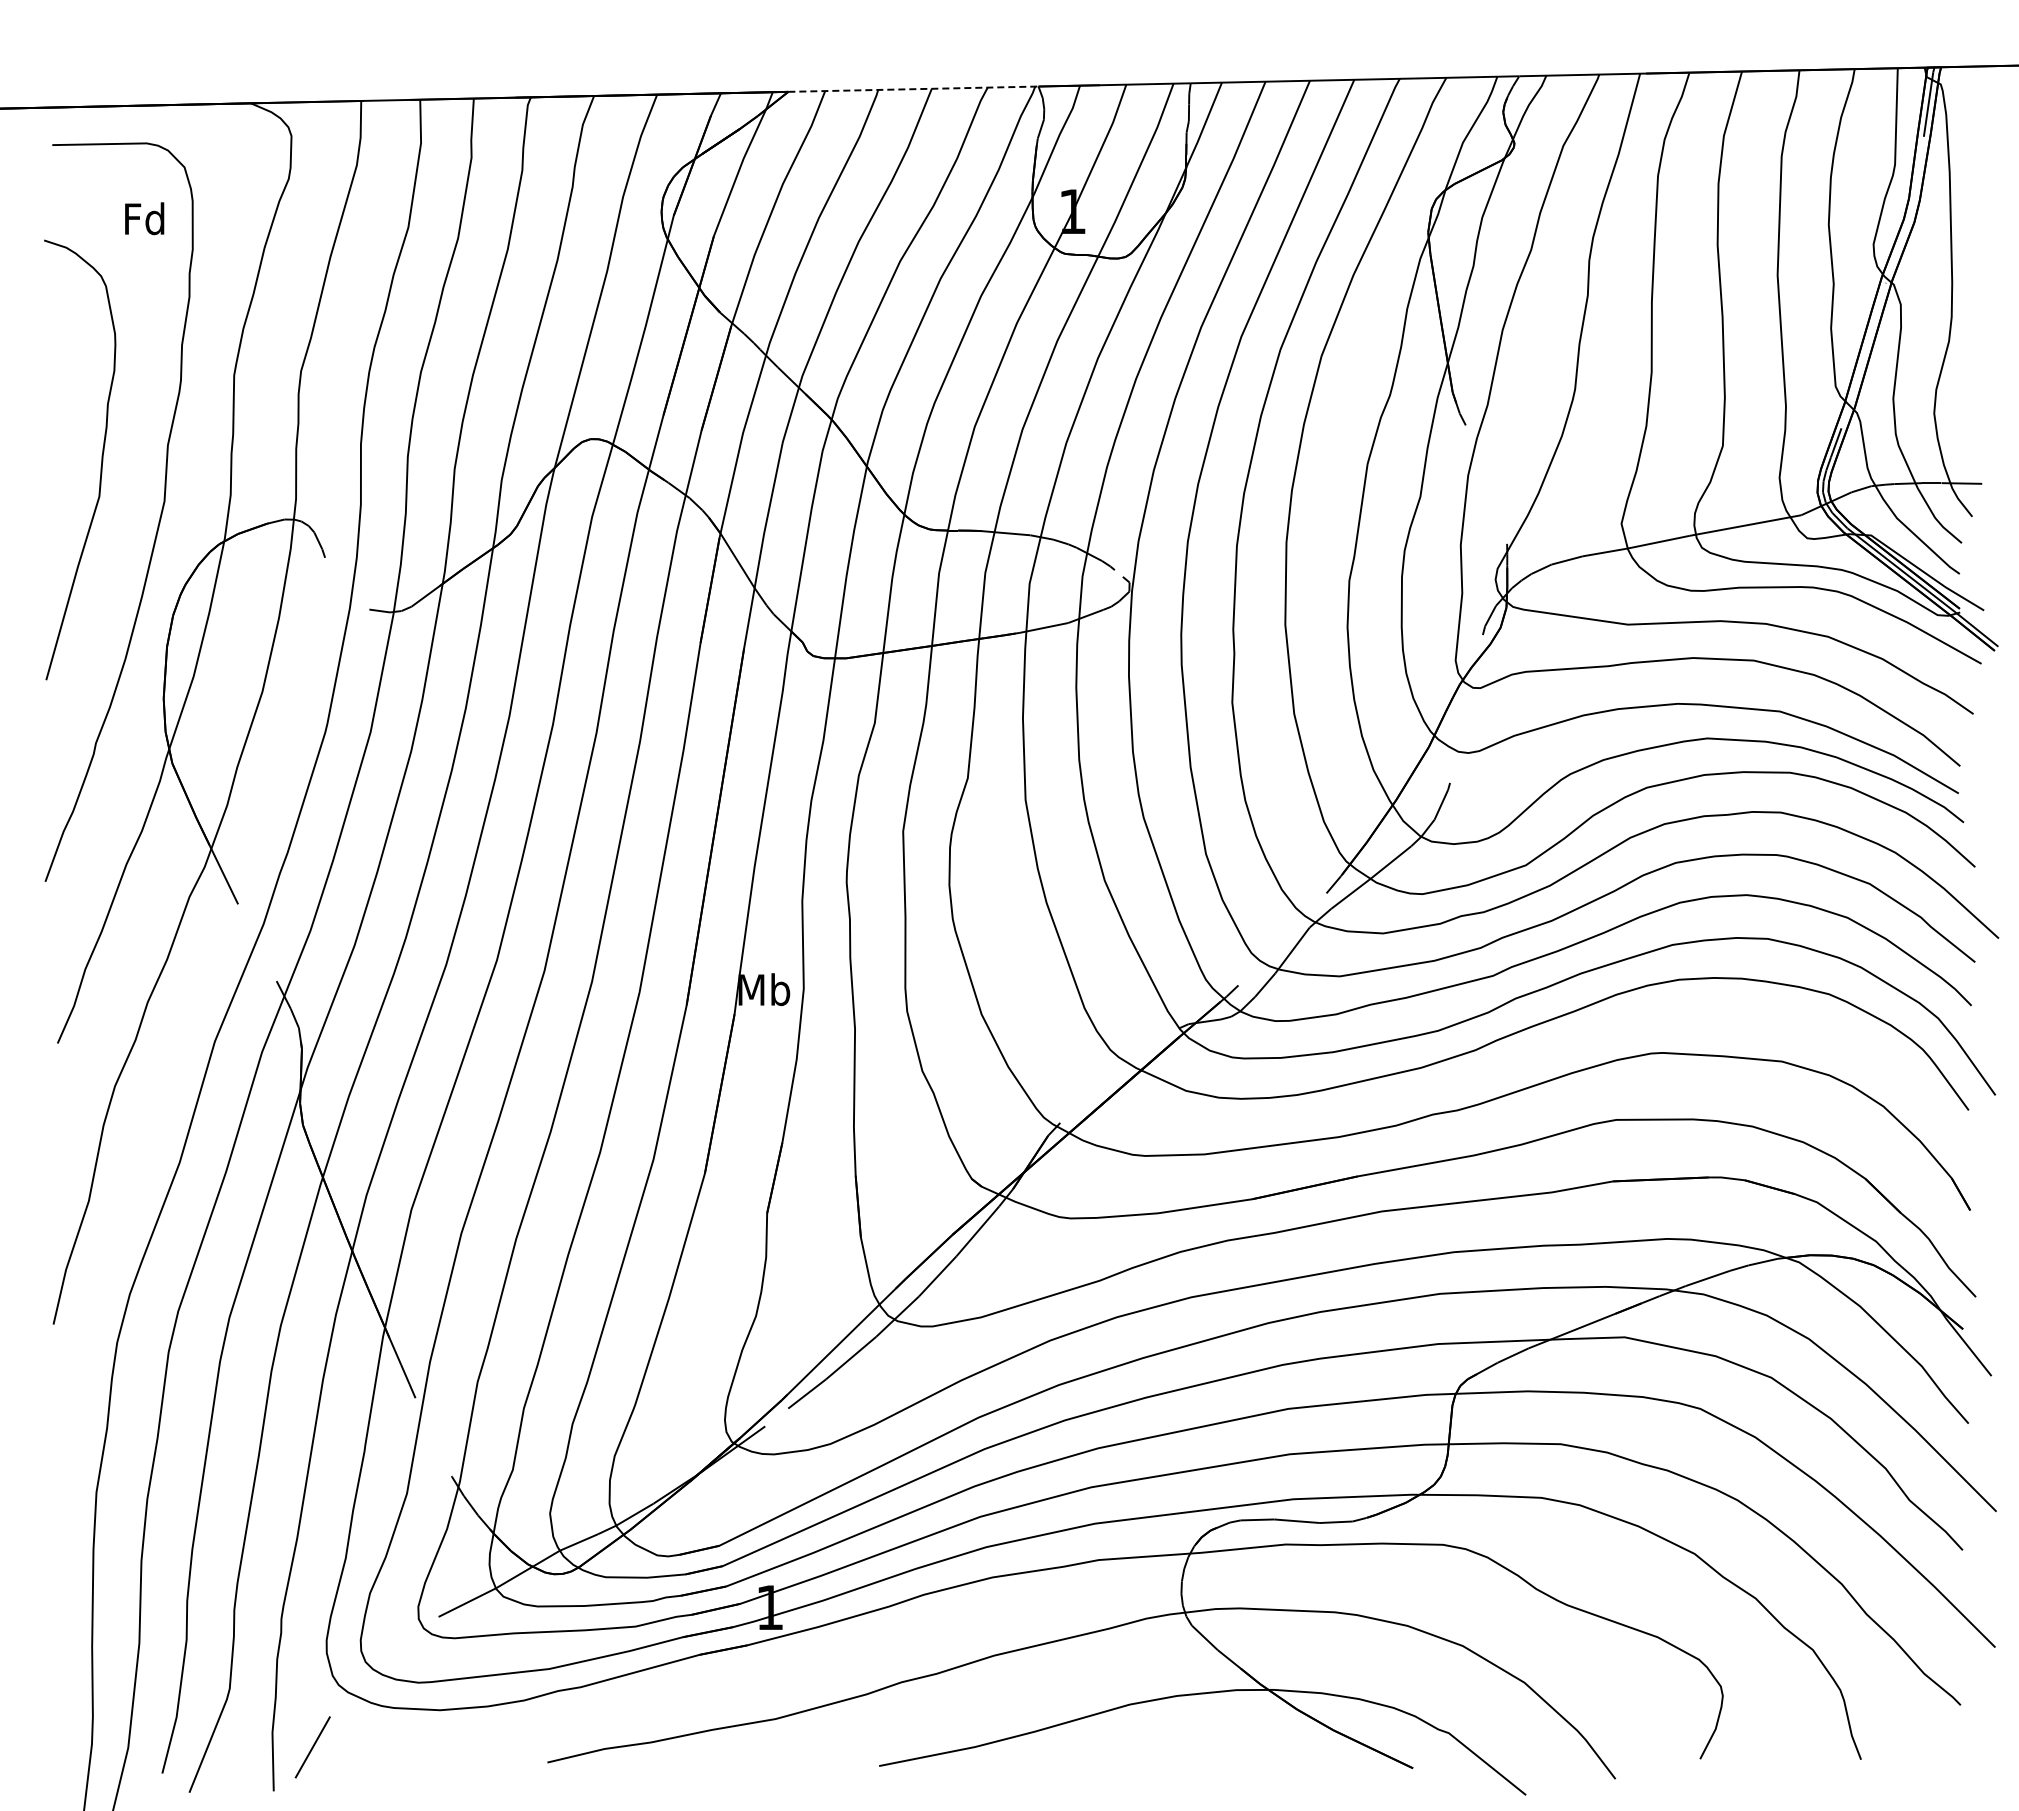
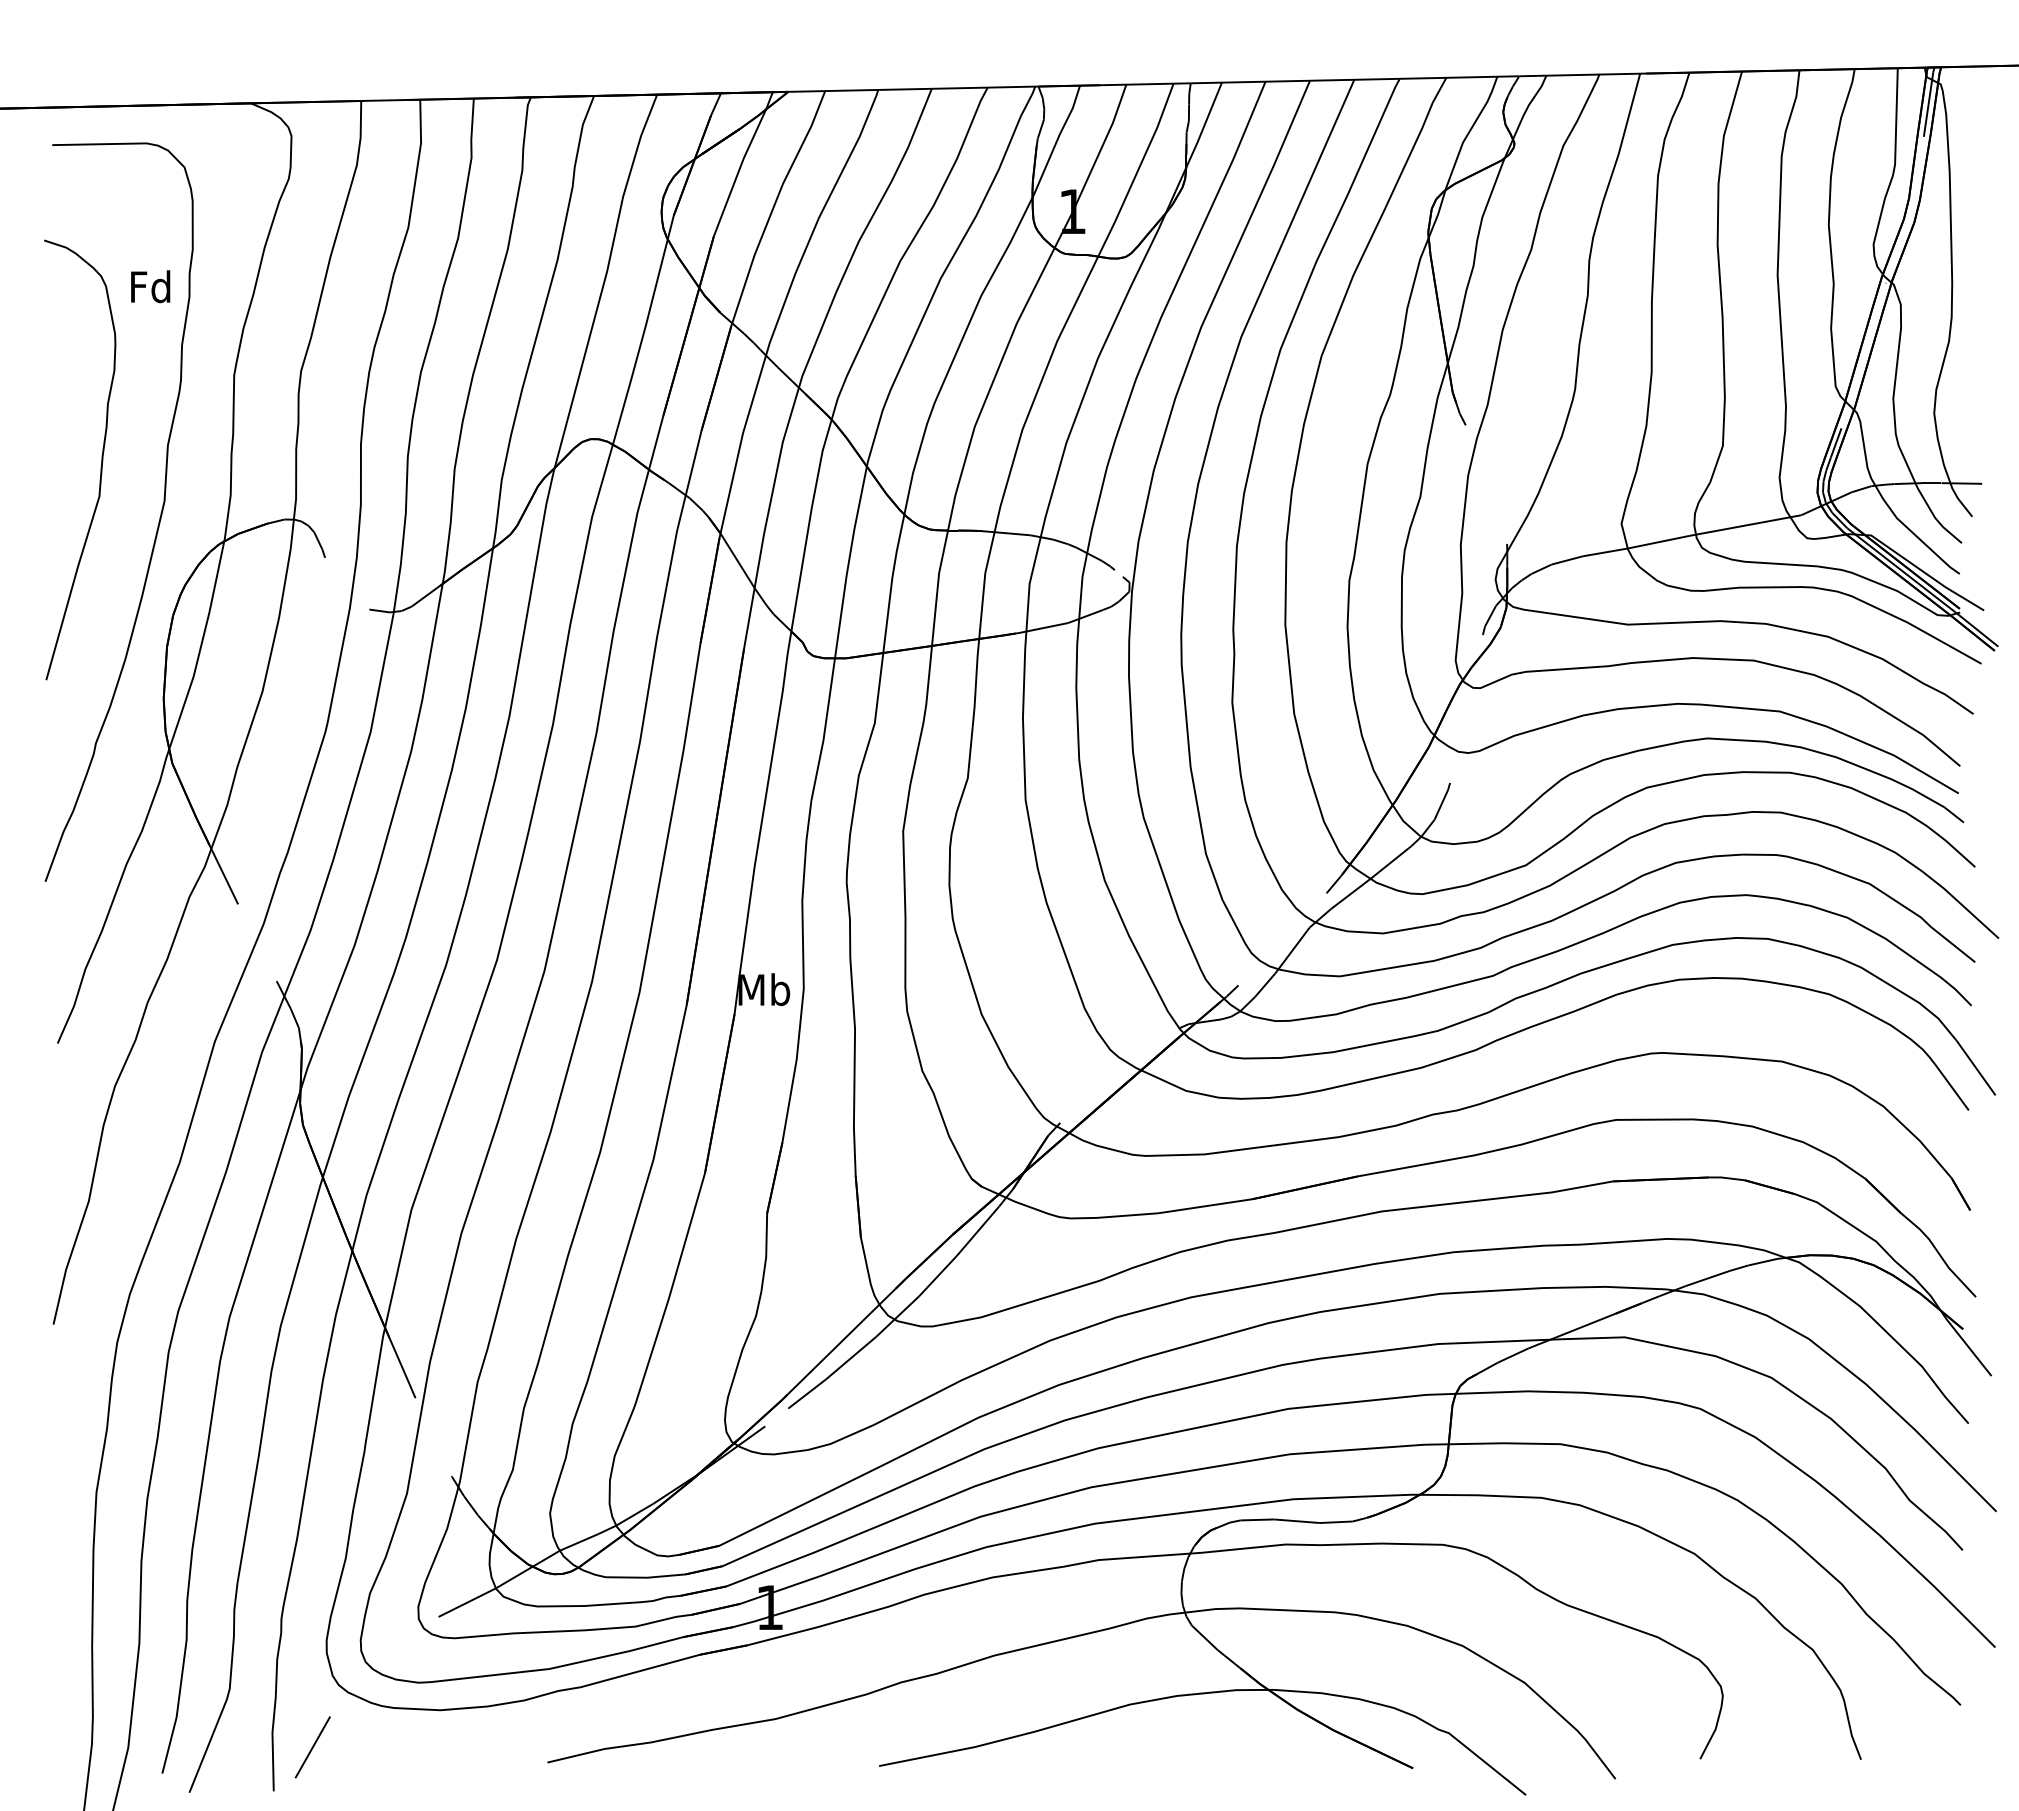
line at (913, 89): dashed -> solid
text at (144, 218) position: (144, 218) -> (150, 286)
